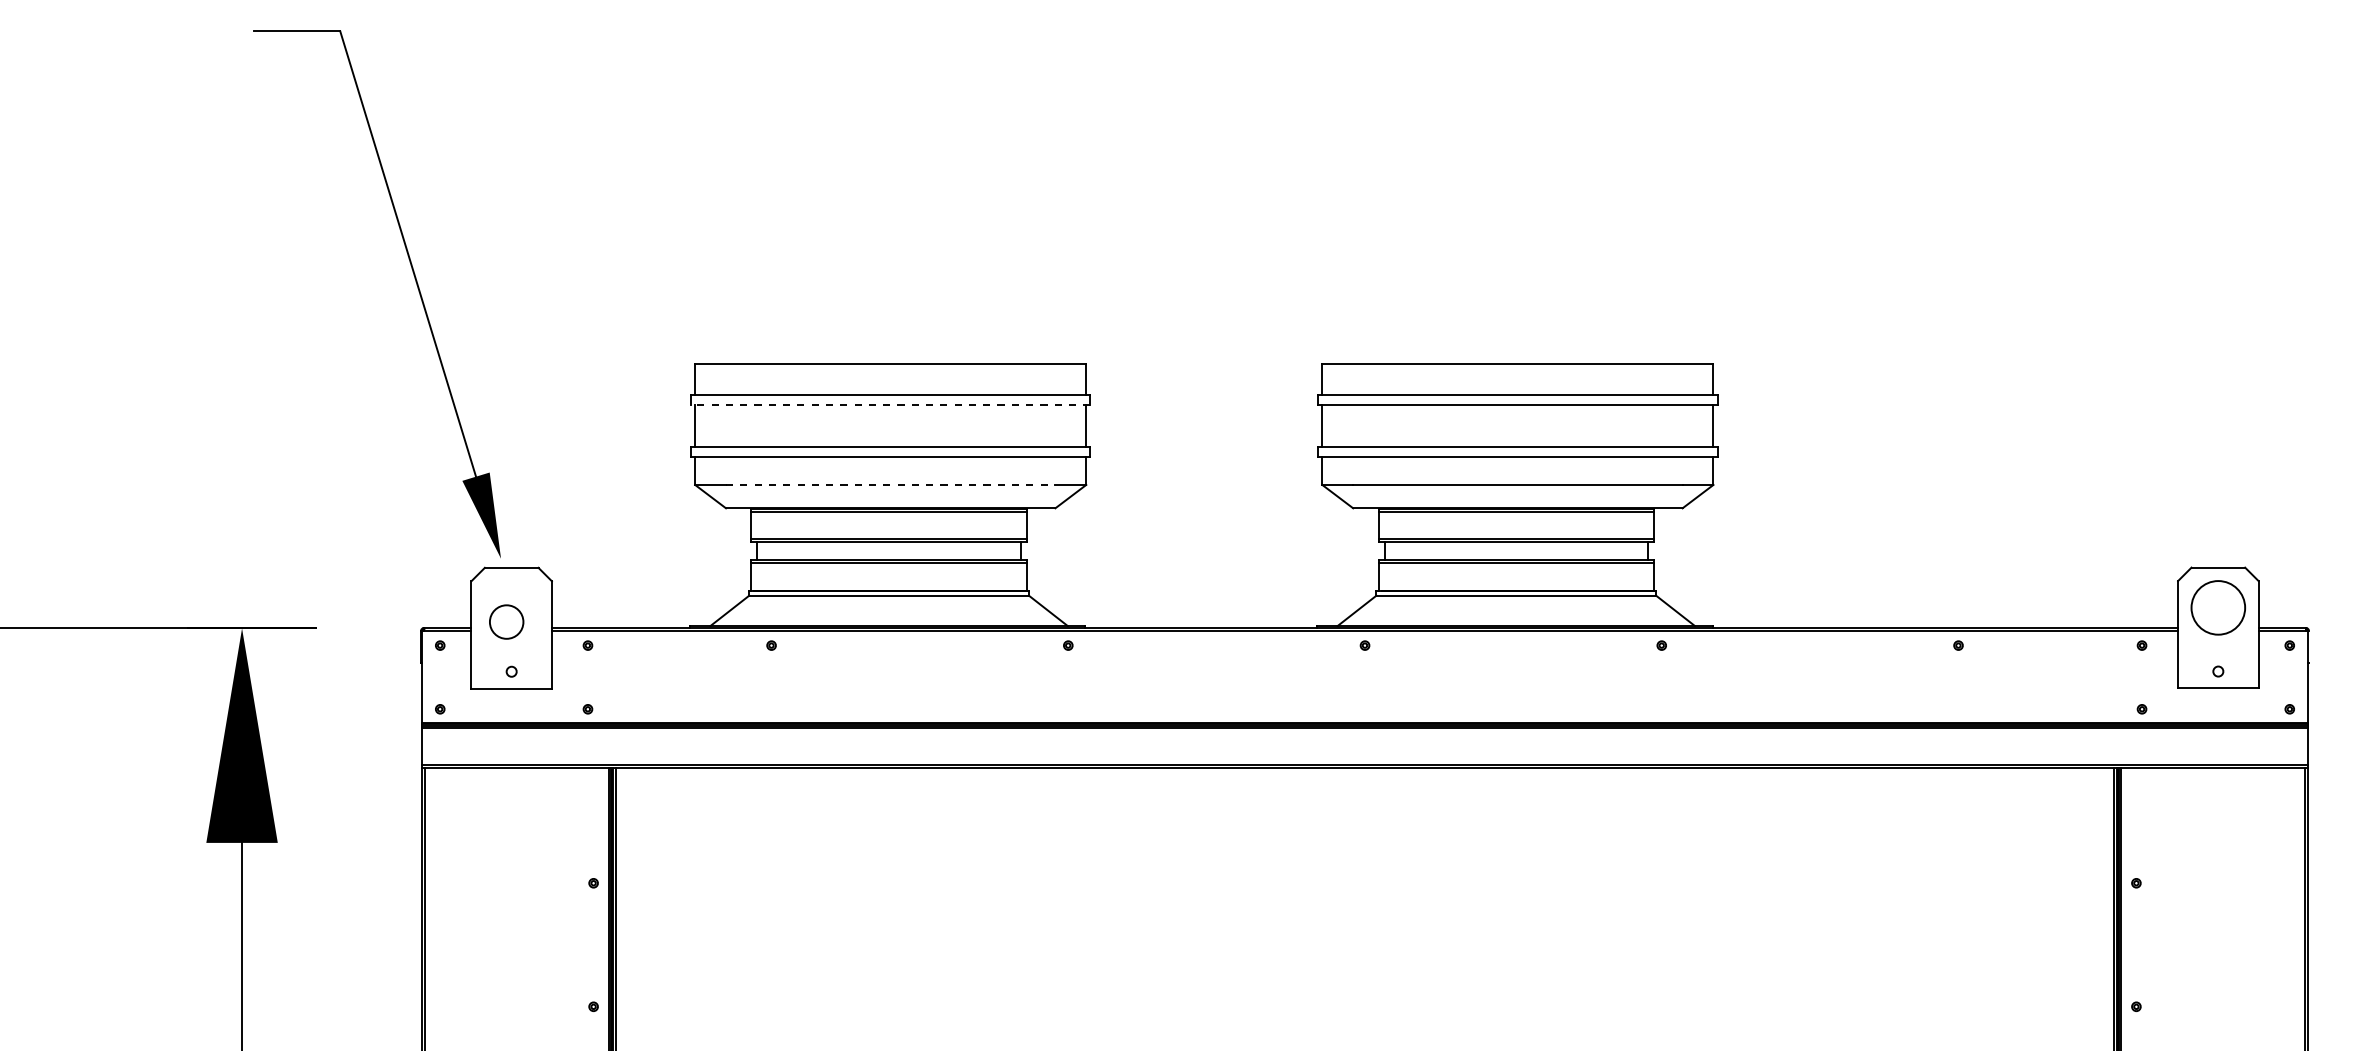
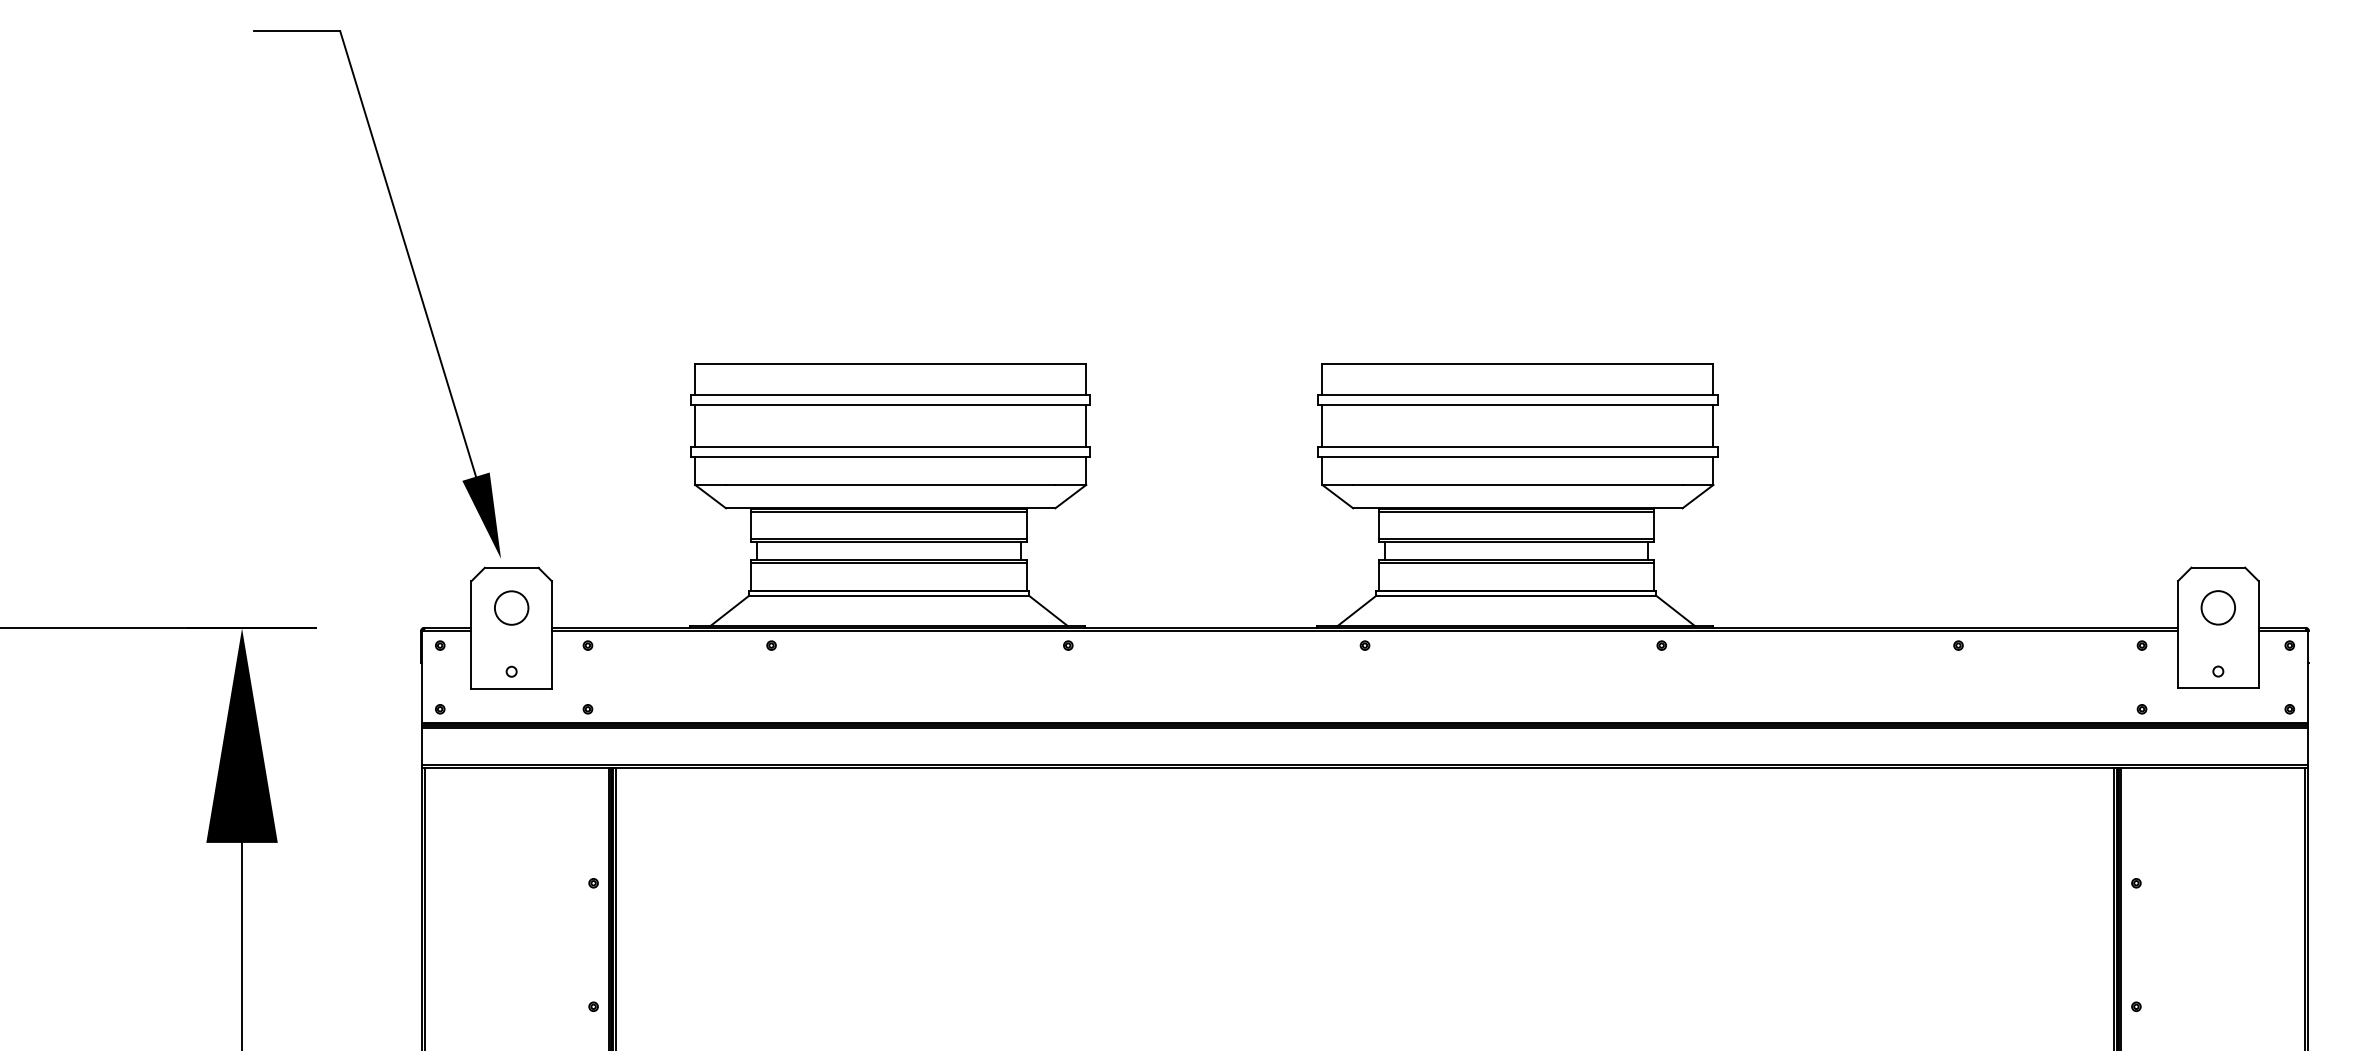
line at (890, 405): dashed -> solid
line at (890, 484): dashed -> solid
circle at (2218, 607) diameter: 54 px -> 34 px
circle at (506, 621) position: (506, 621) -> (511, 607)
